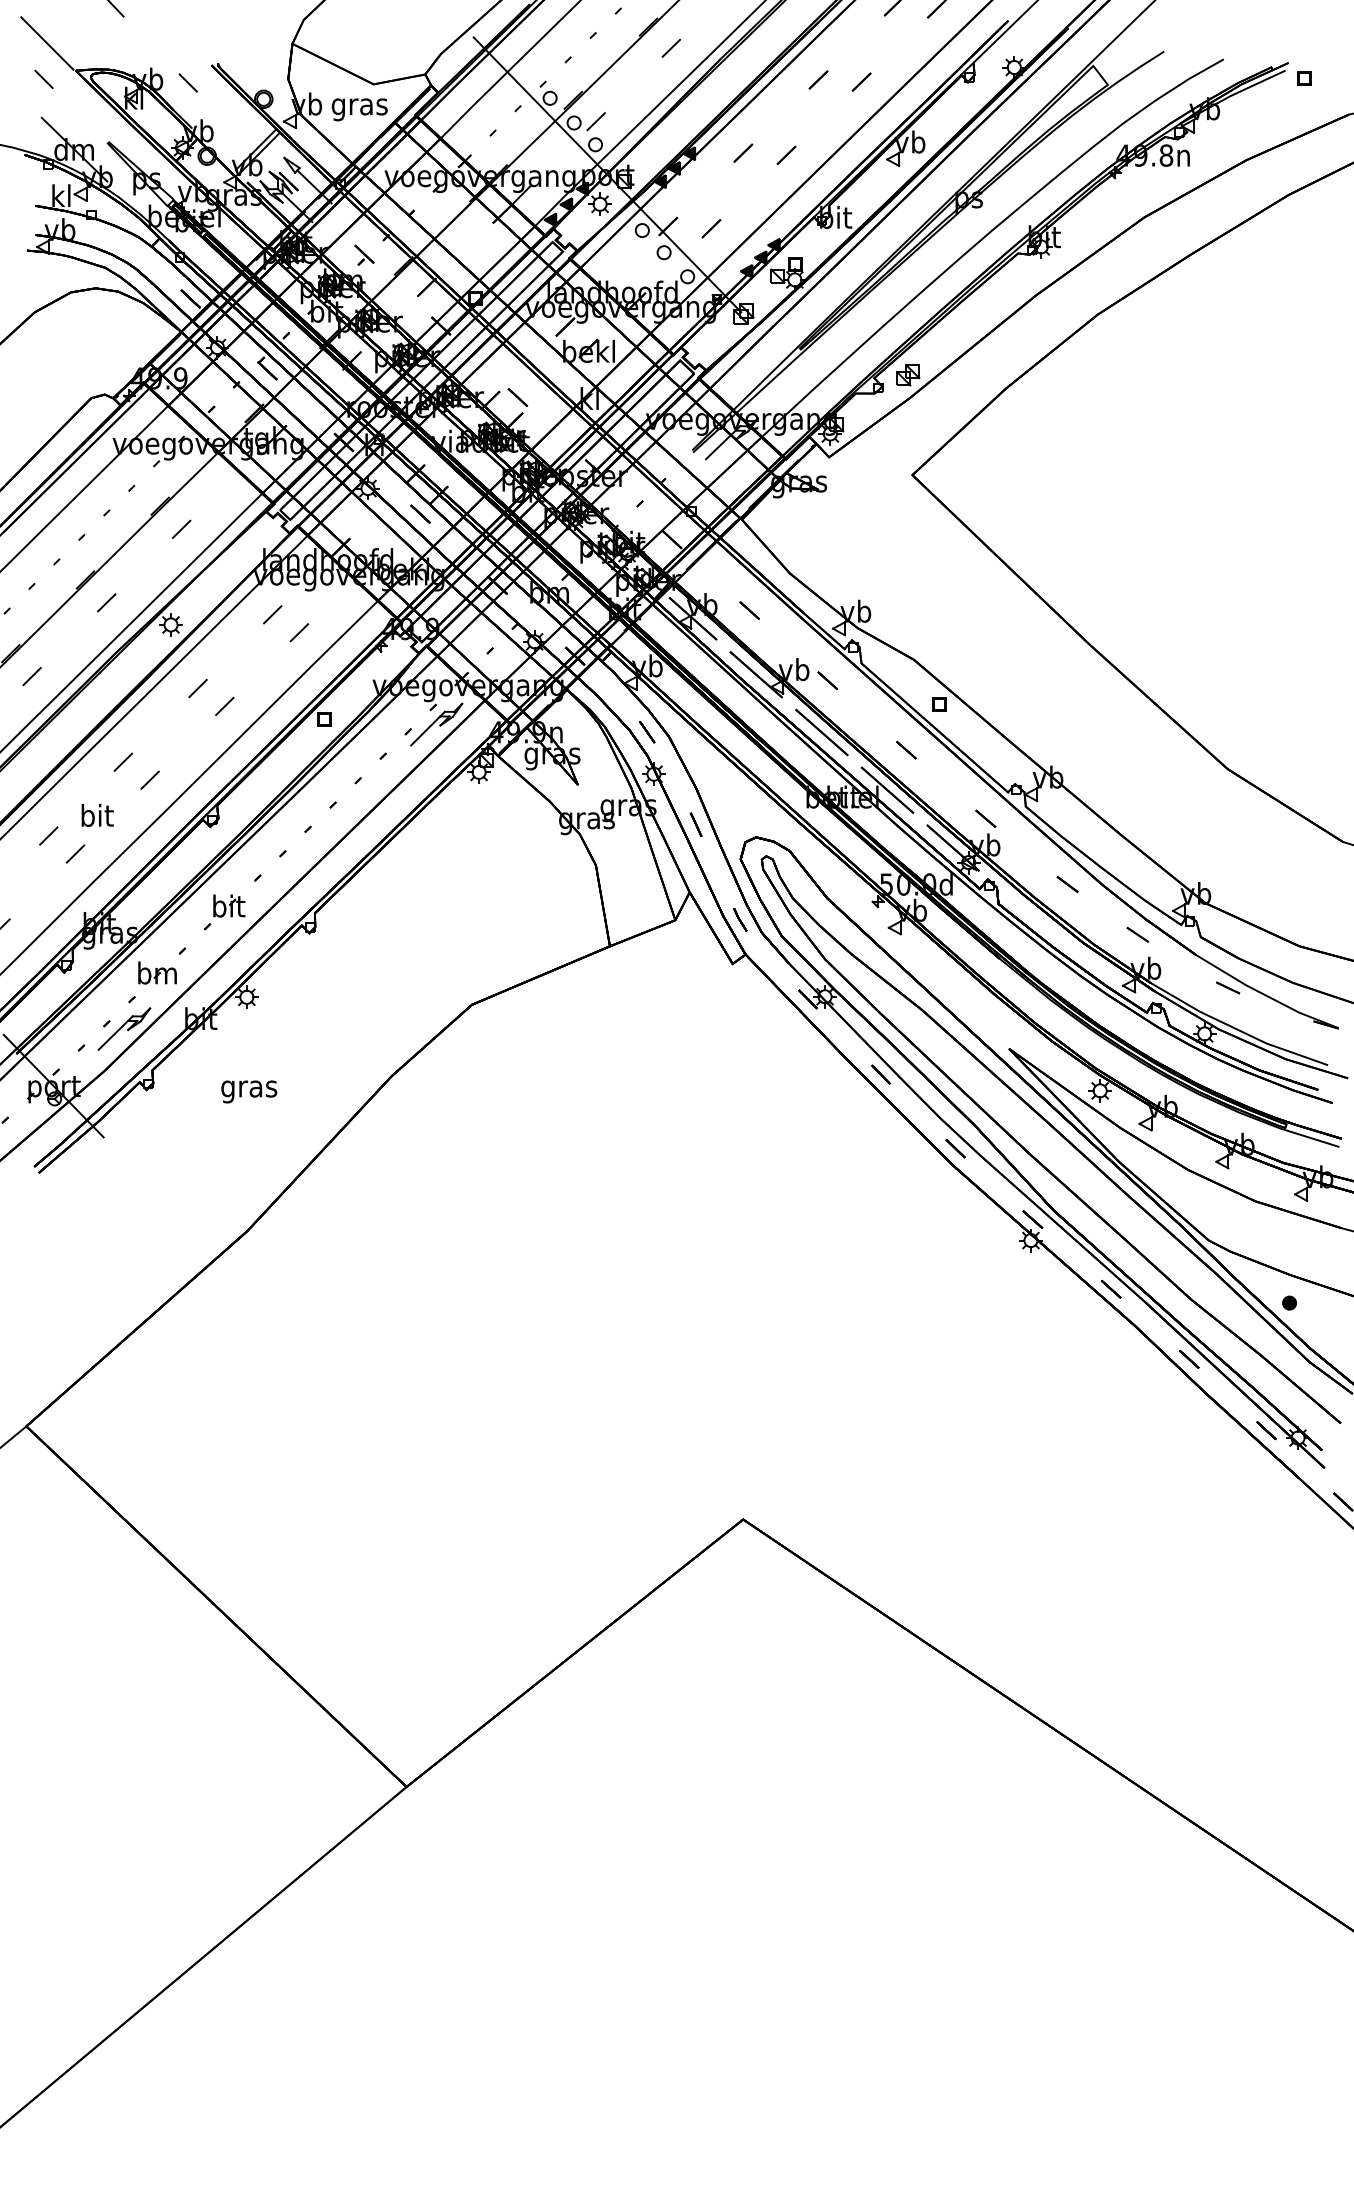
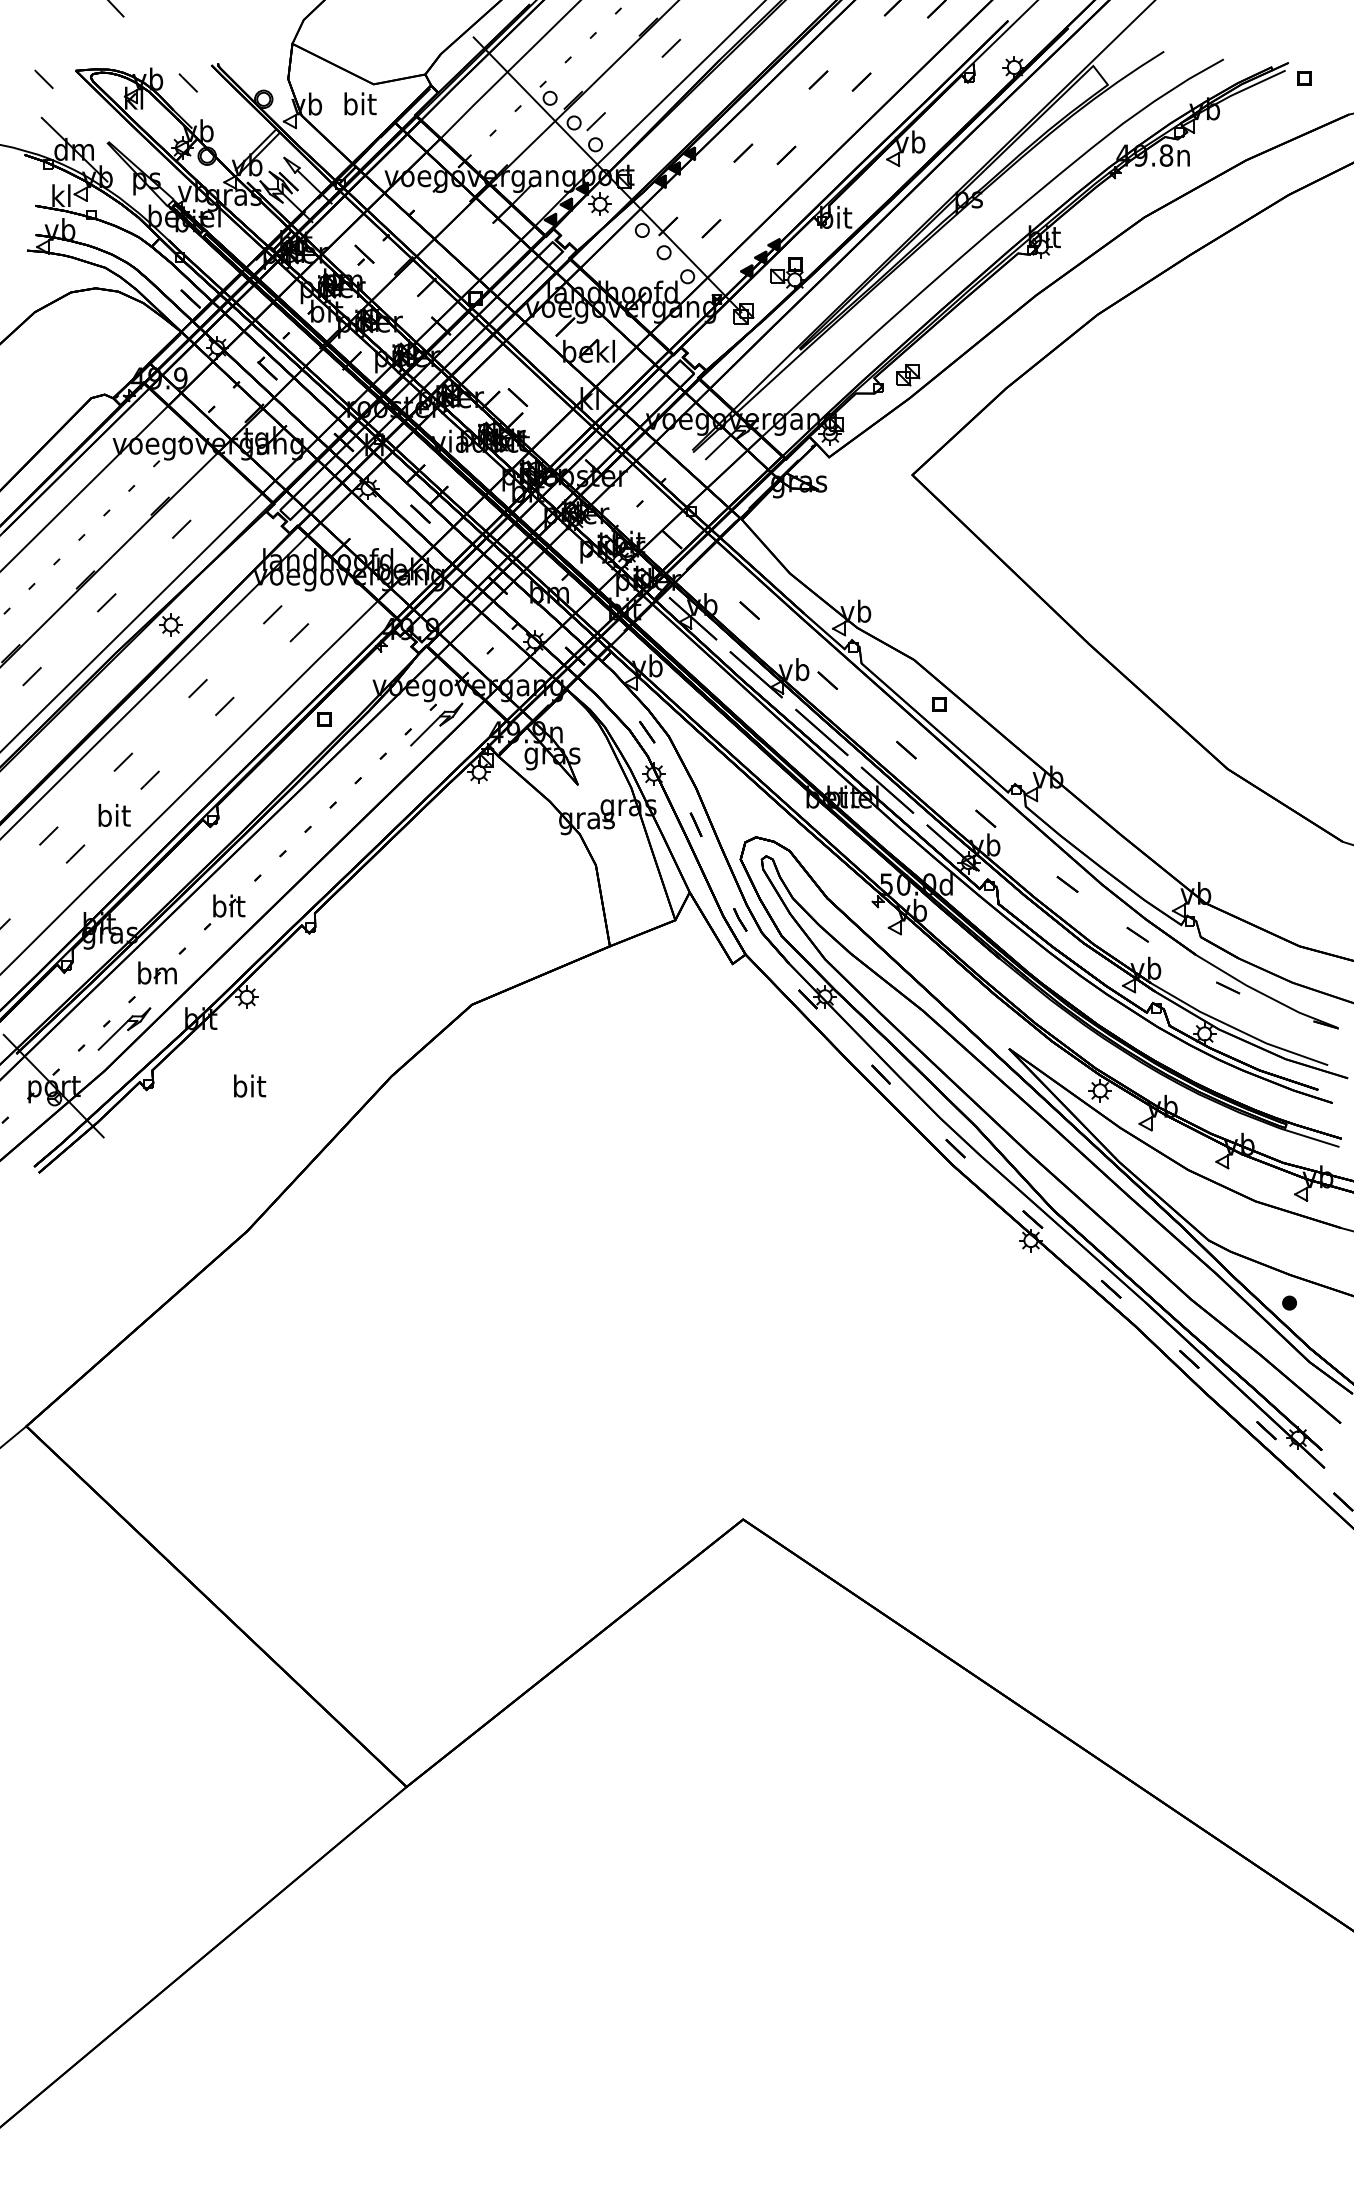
line at (47, 43): present -> none
text at (359, 106): gras -> bit
text at (97, 815) position: (97, 815) -> (114, 815)
text at (249, 1088): gras -> bit
